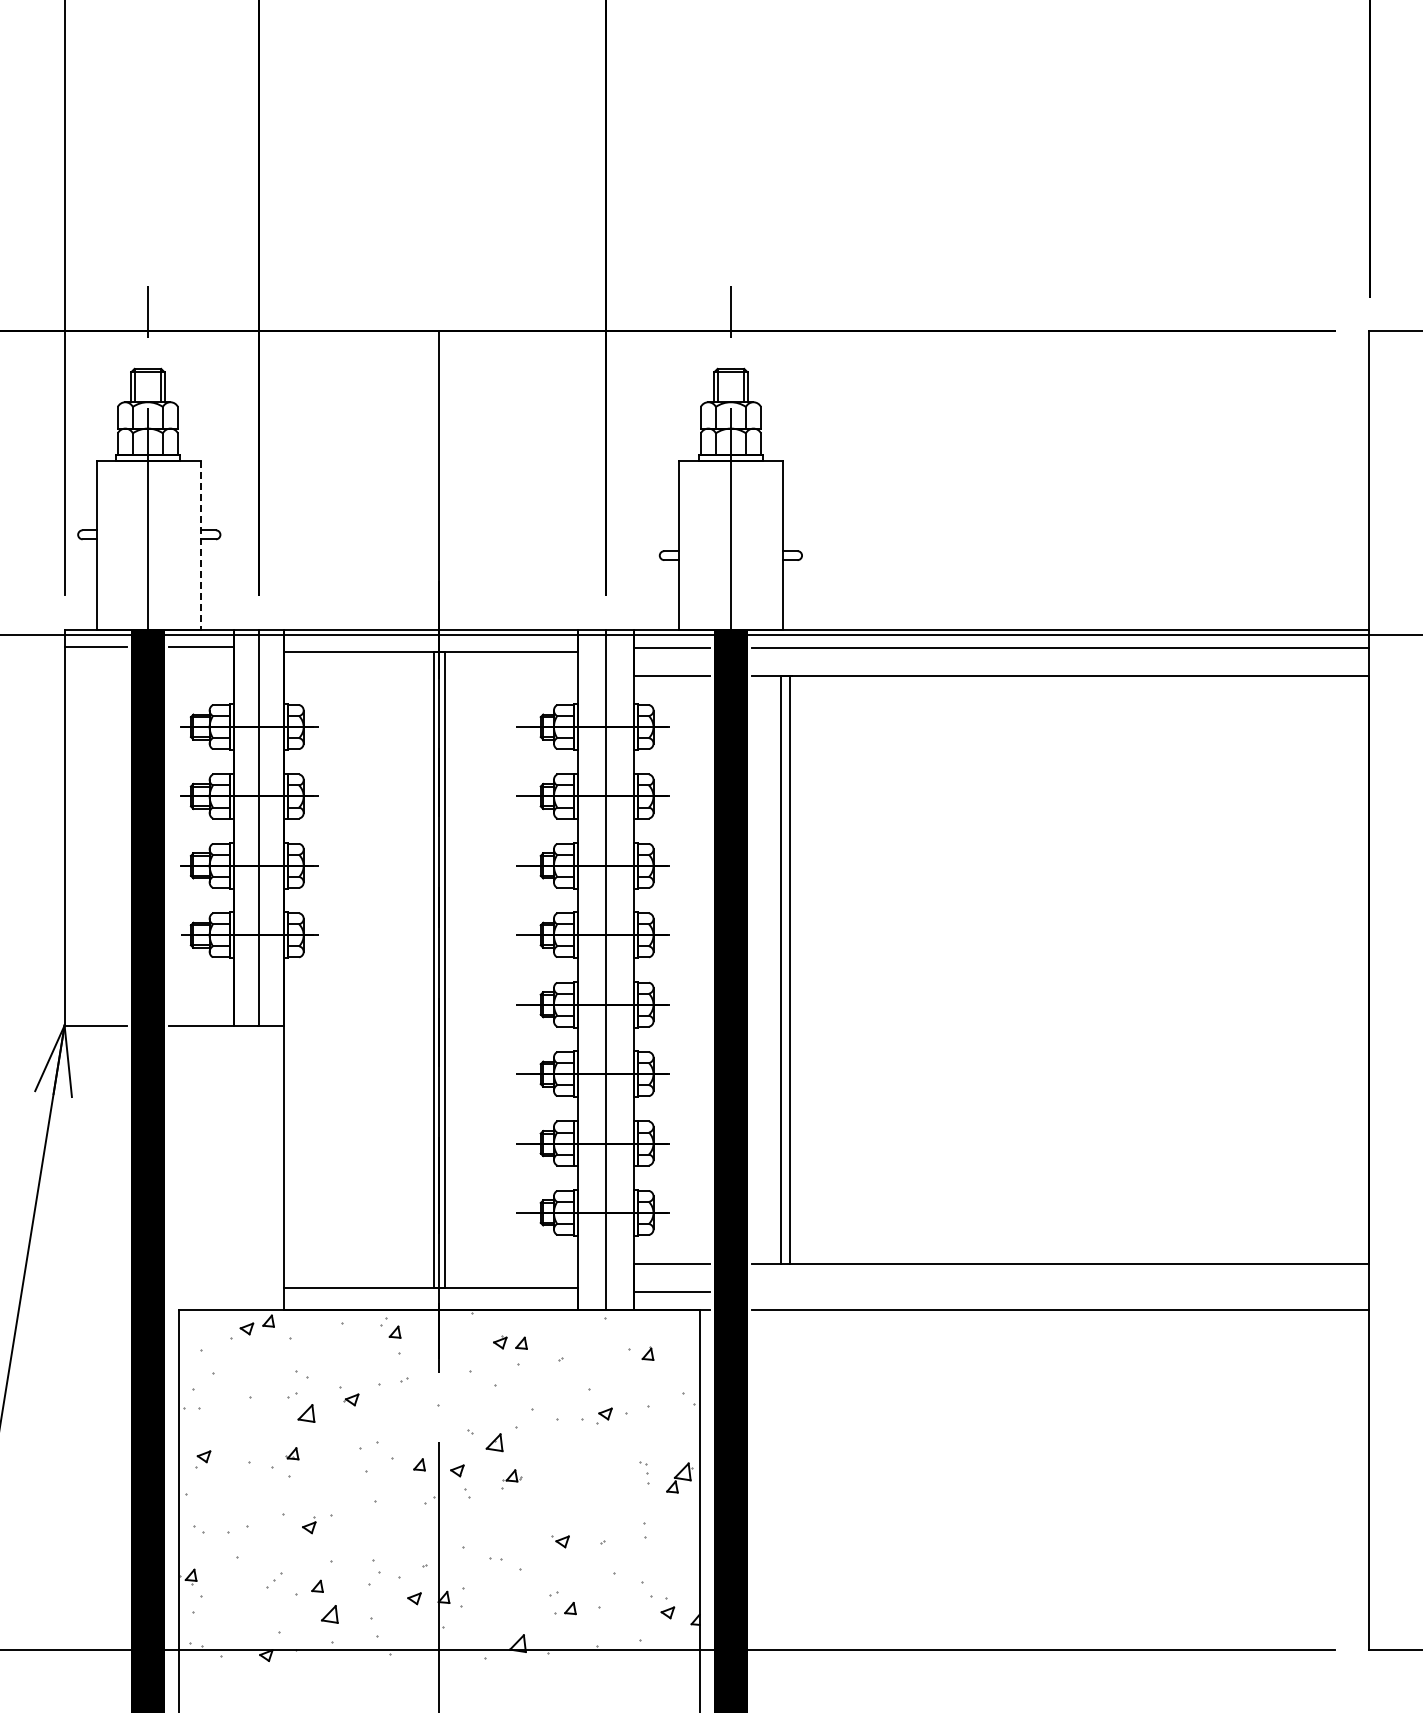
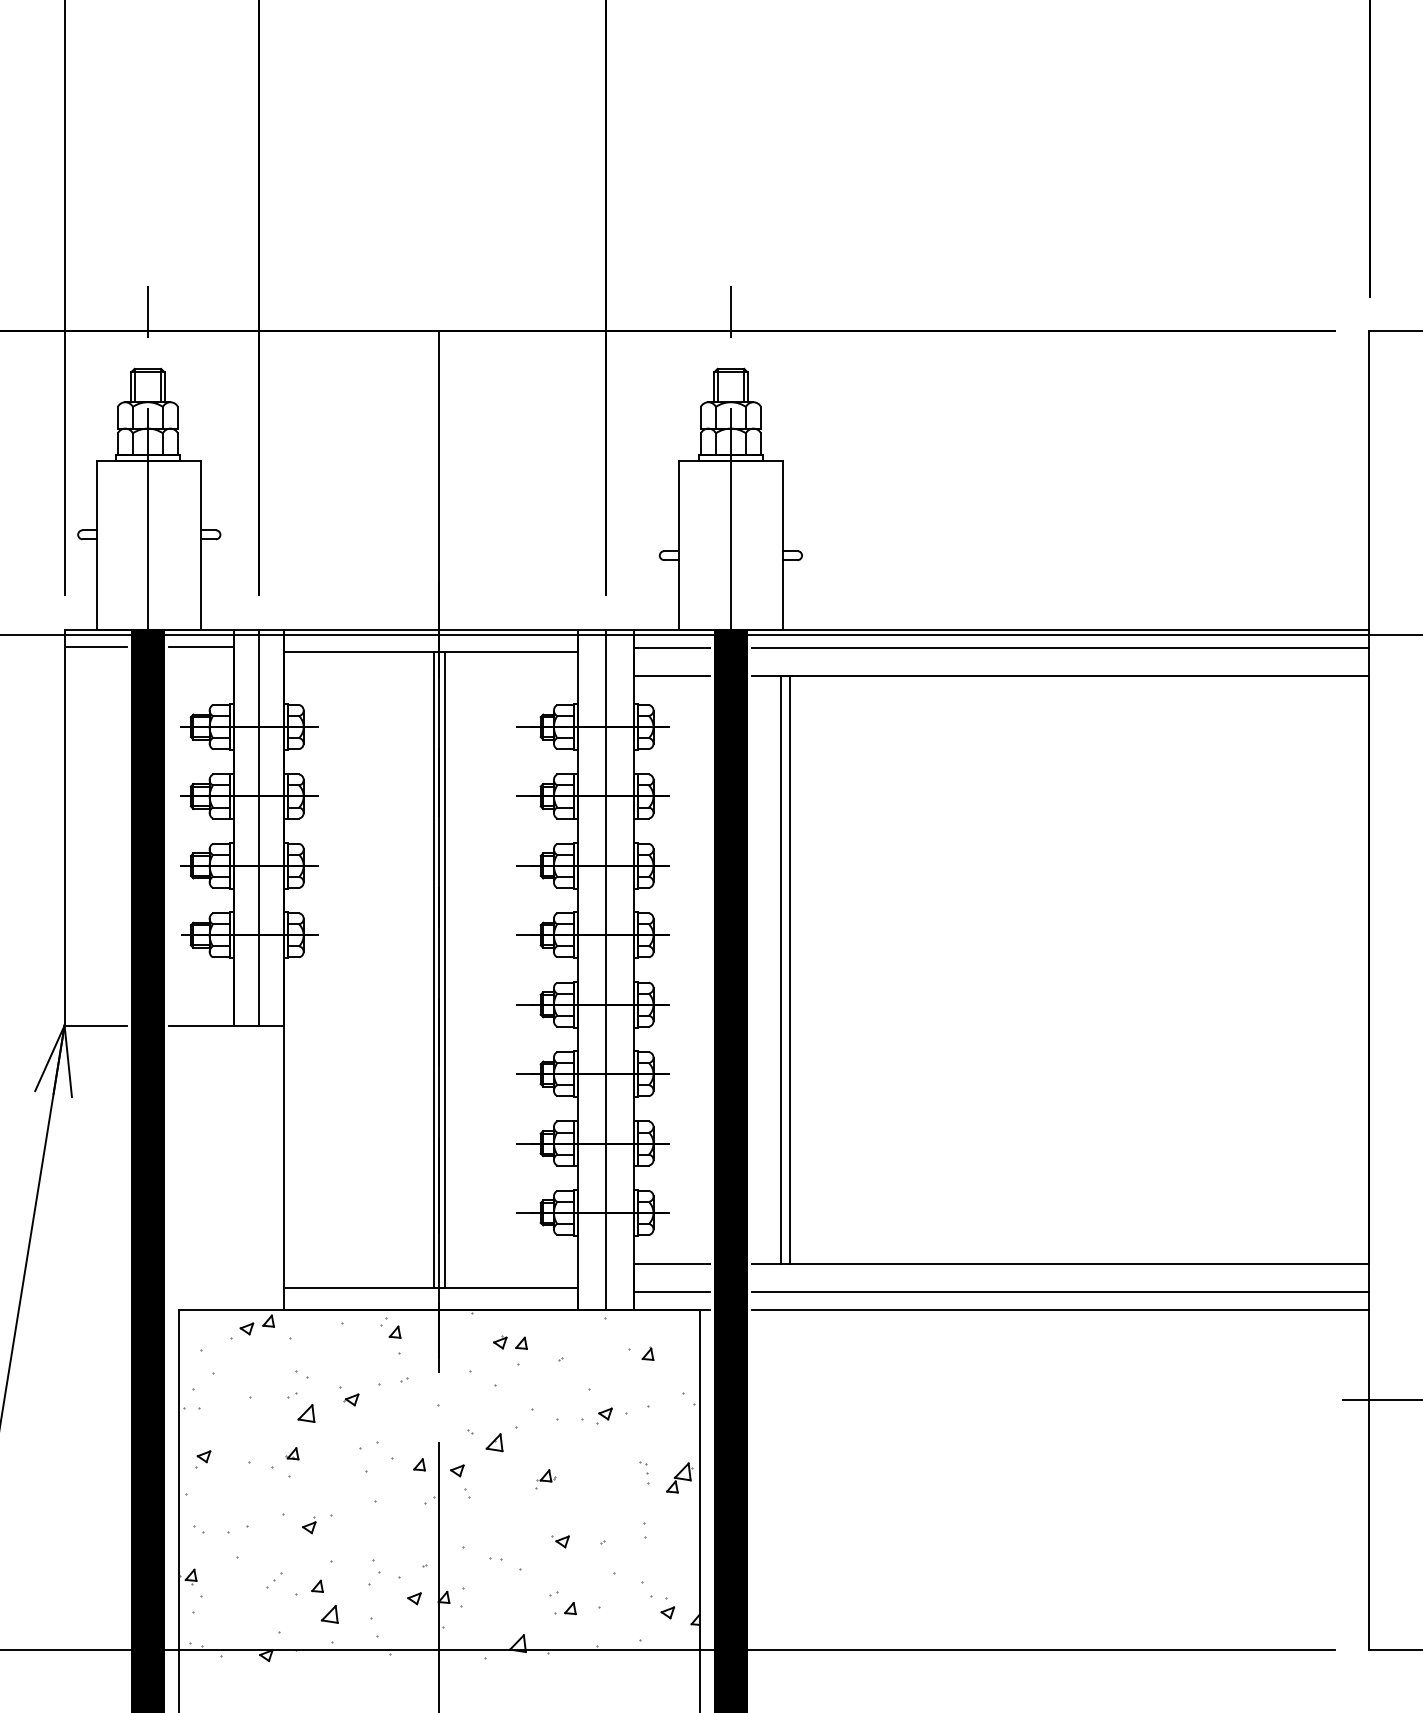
line at (201, 545): dashed -> solid
line at (1060, 1292): none -> present
line at (1380, 1400): none -> present
part at (511, 1479) position: (511, 1479) -> (545, 1479)
